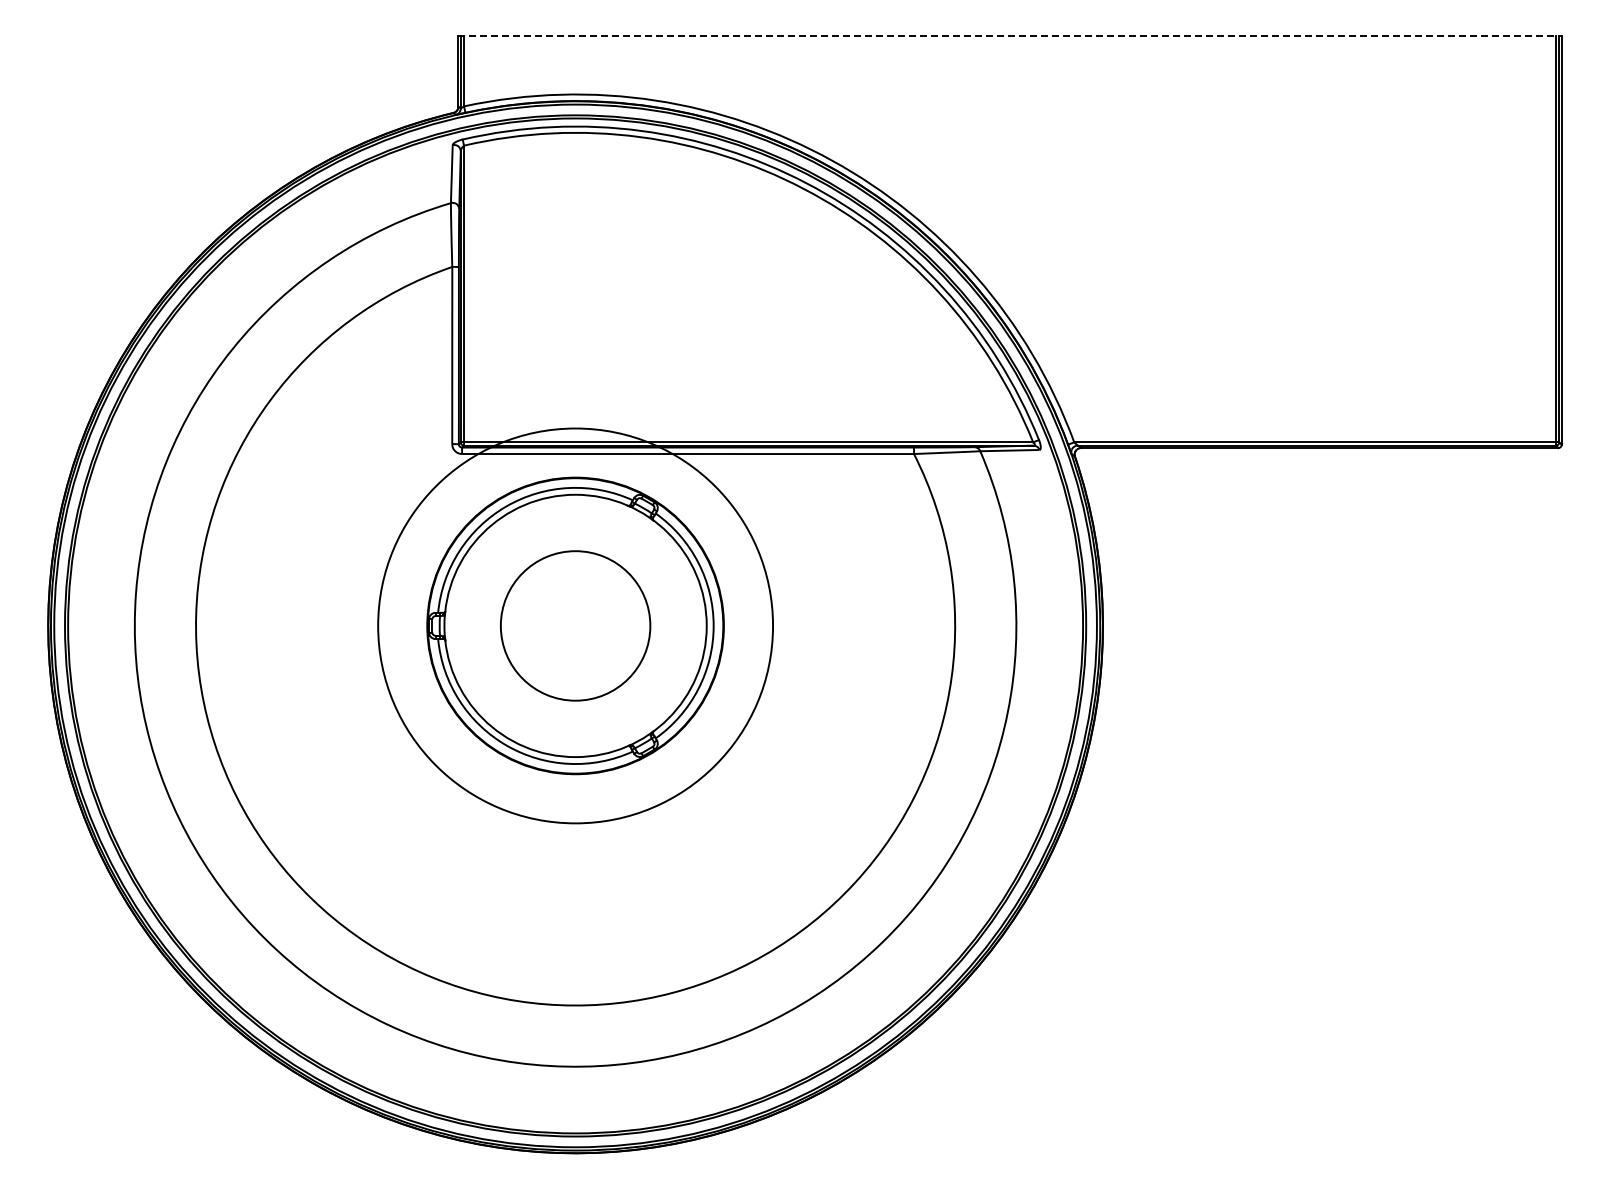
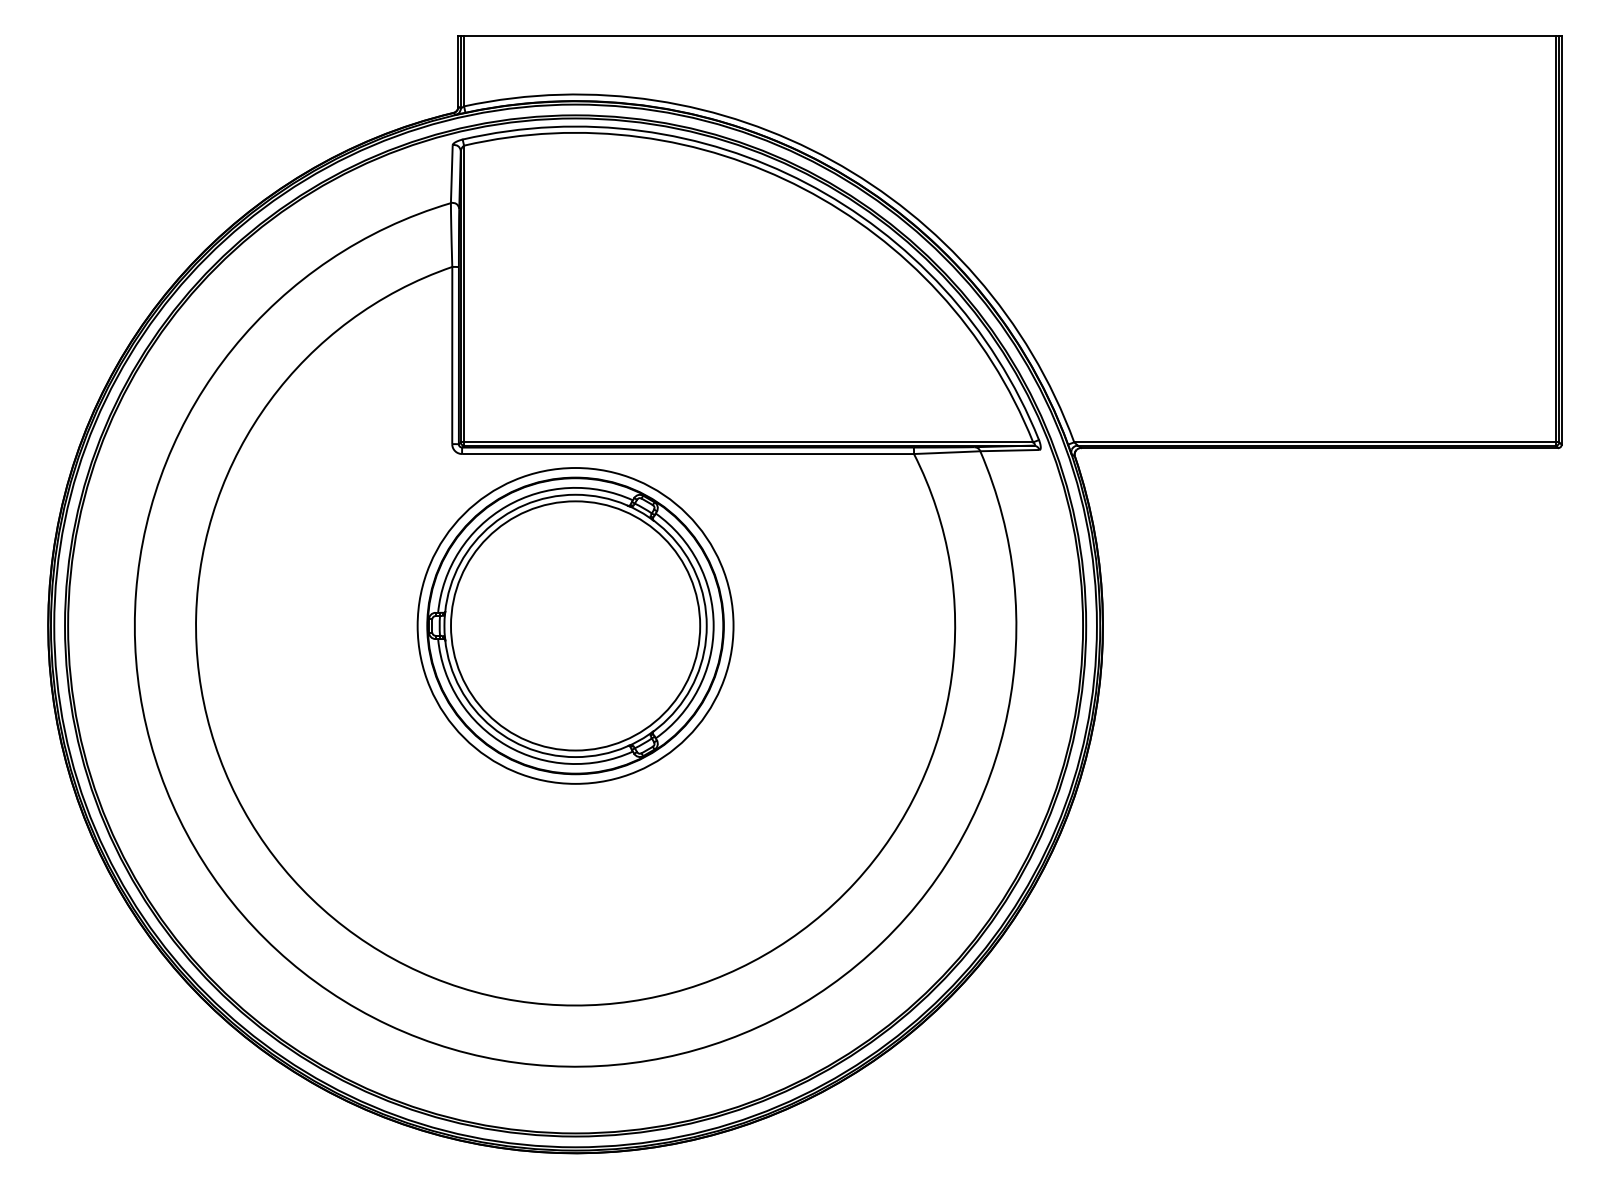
line at (1010, 35): dashed -> solid
circle at (575, 625) diameter: 150 px -> 249 px
circle at (575, 625) diameter: 395 px -> 316 px
